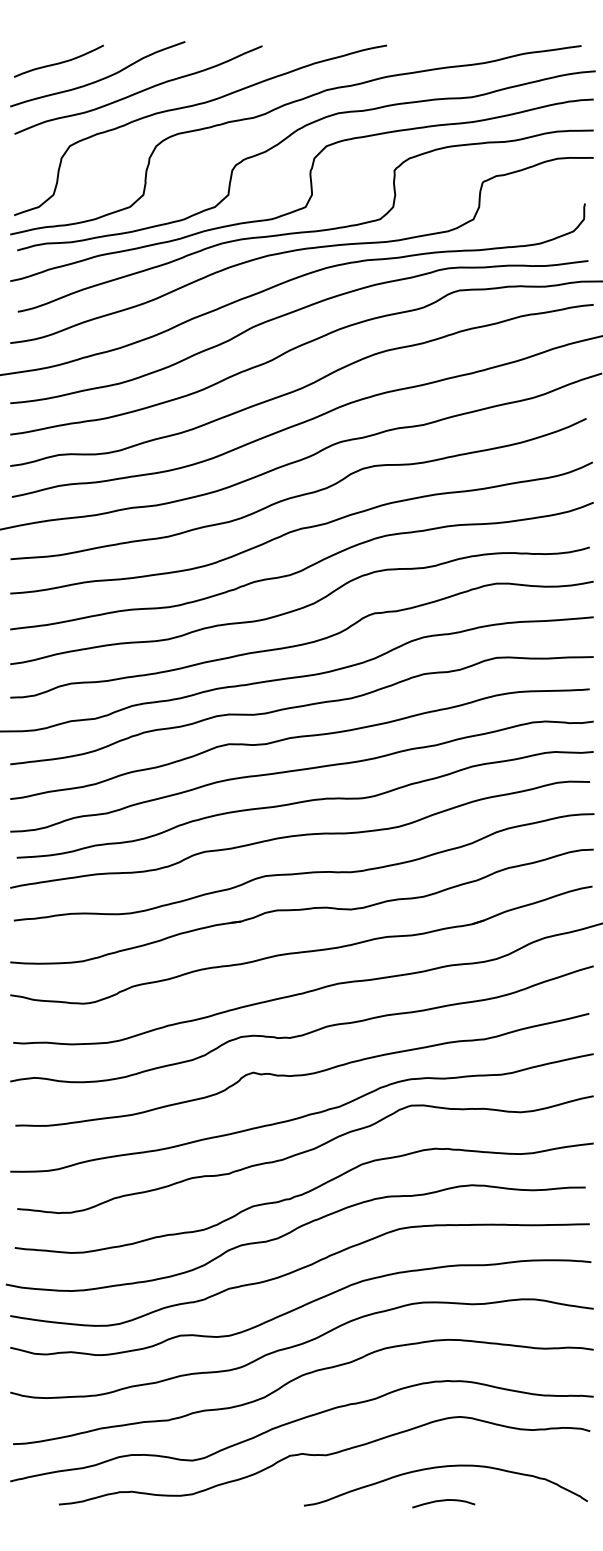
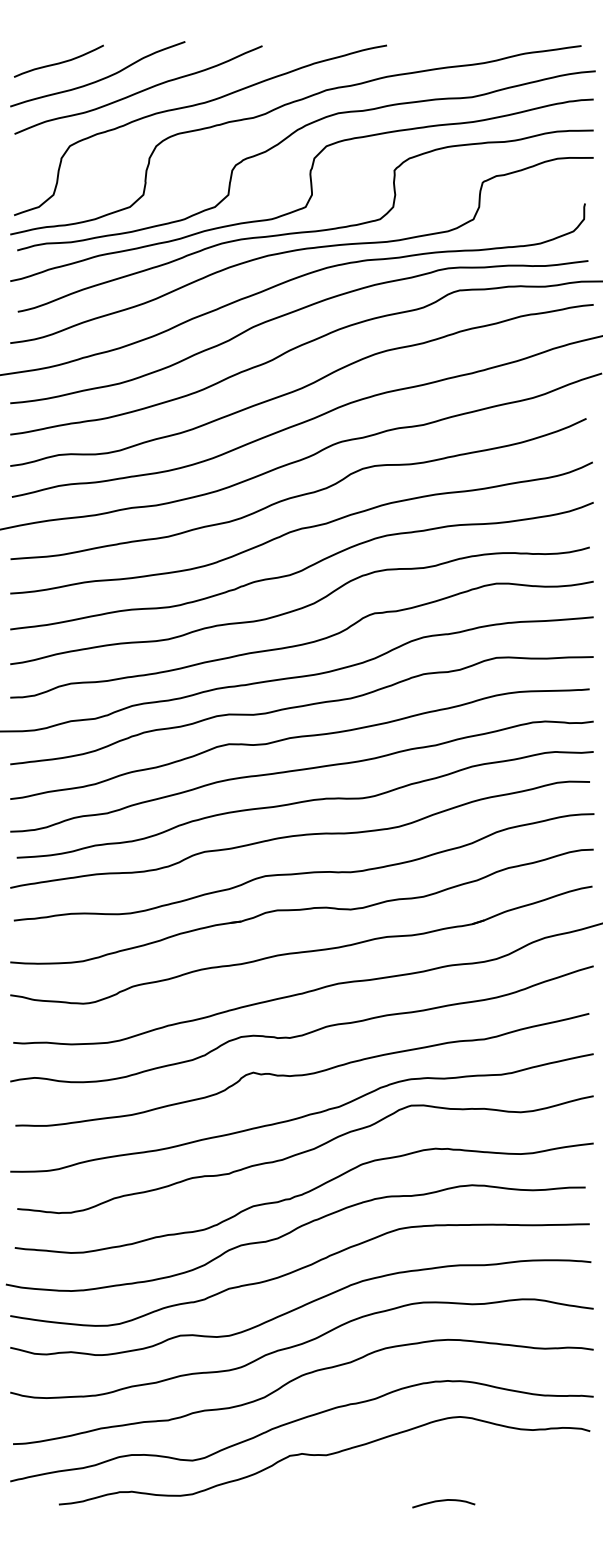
curve at (445, 1467): present -> none
